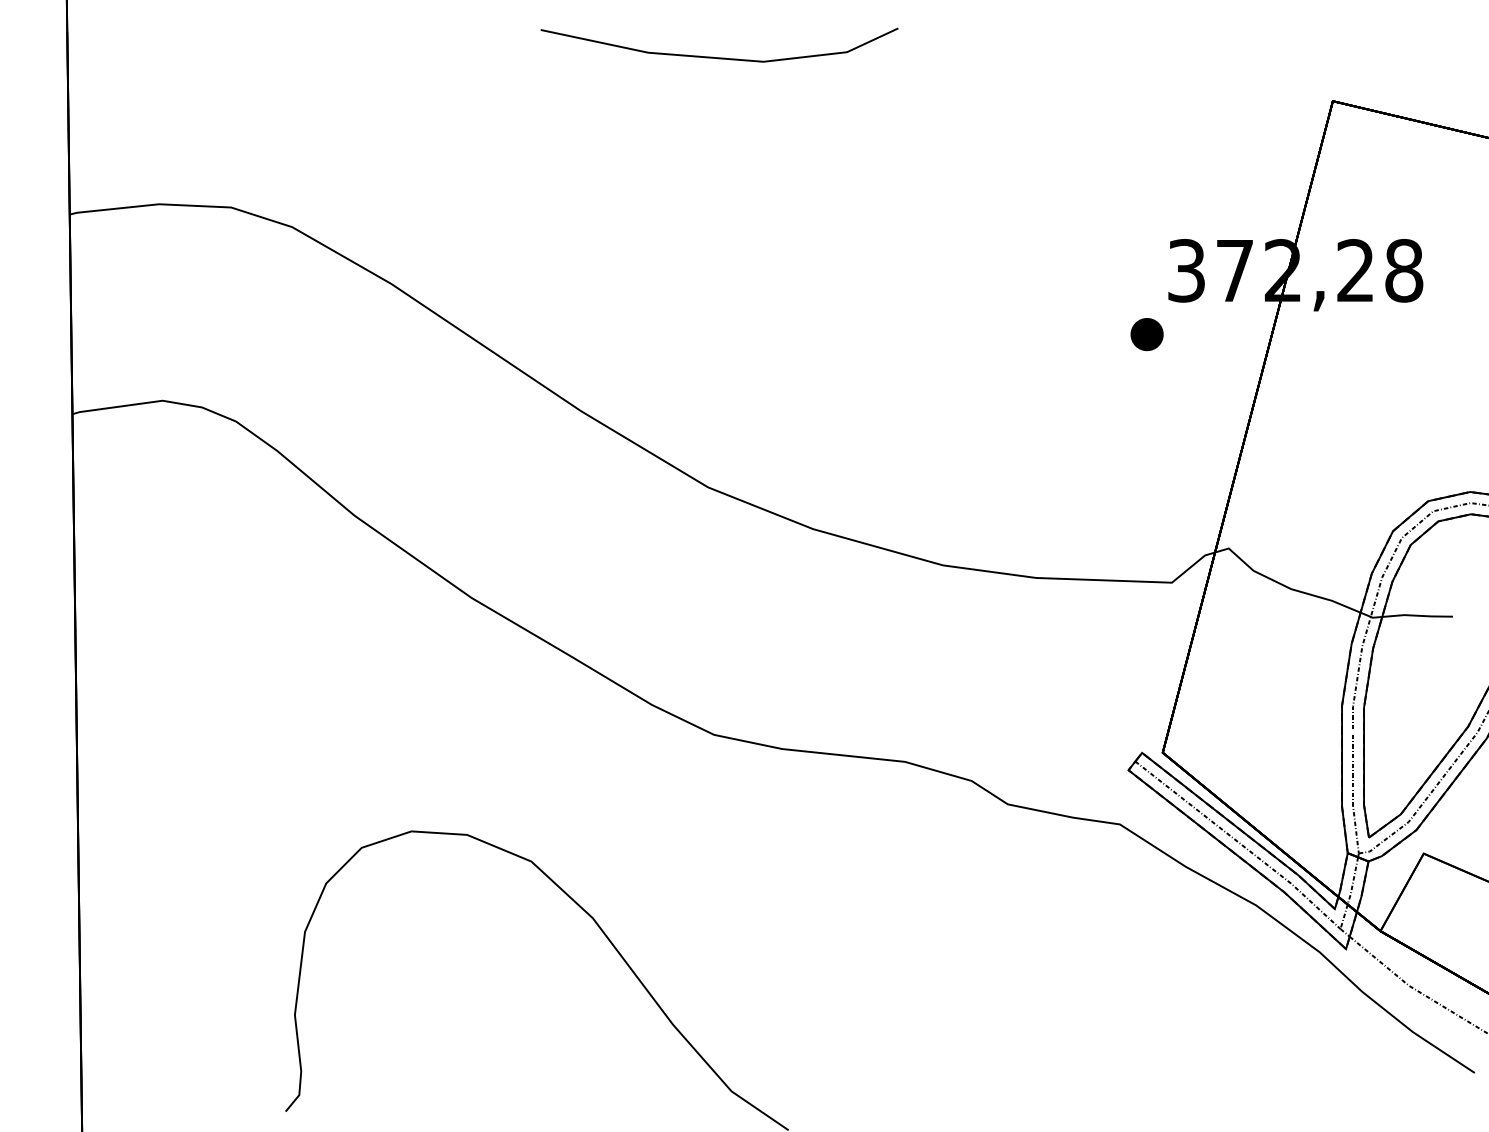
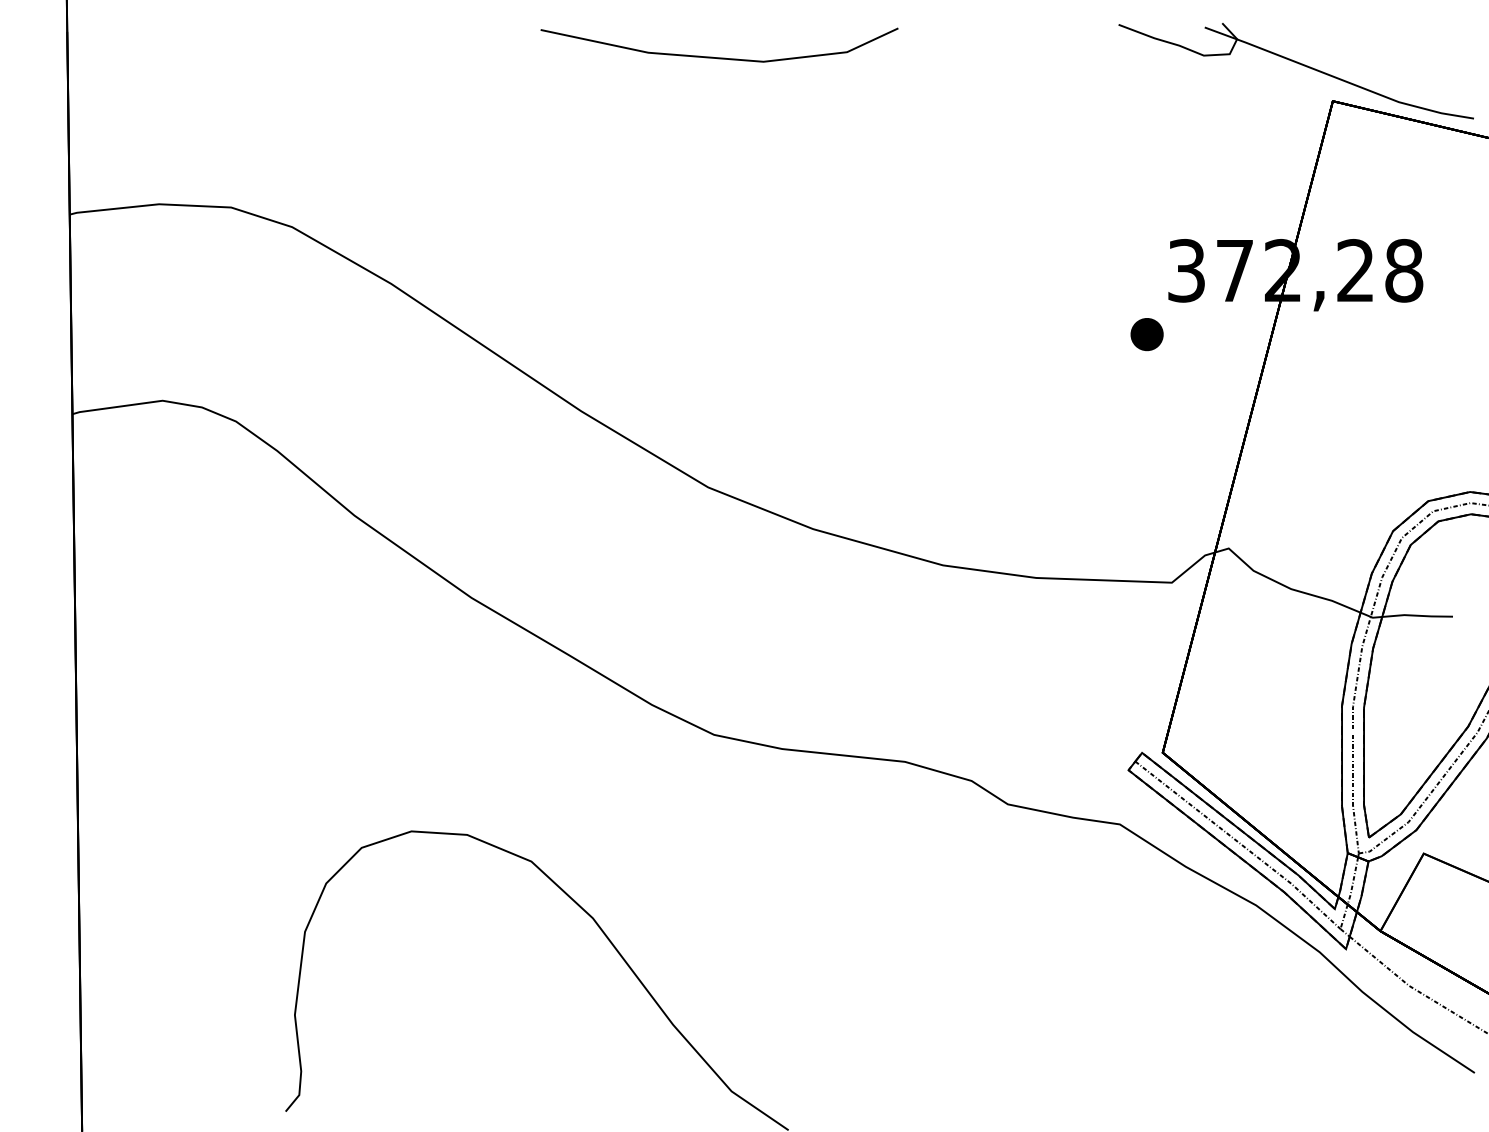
part at (1298, 64): none -> present
